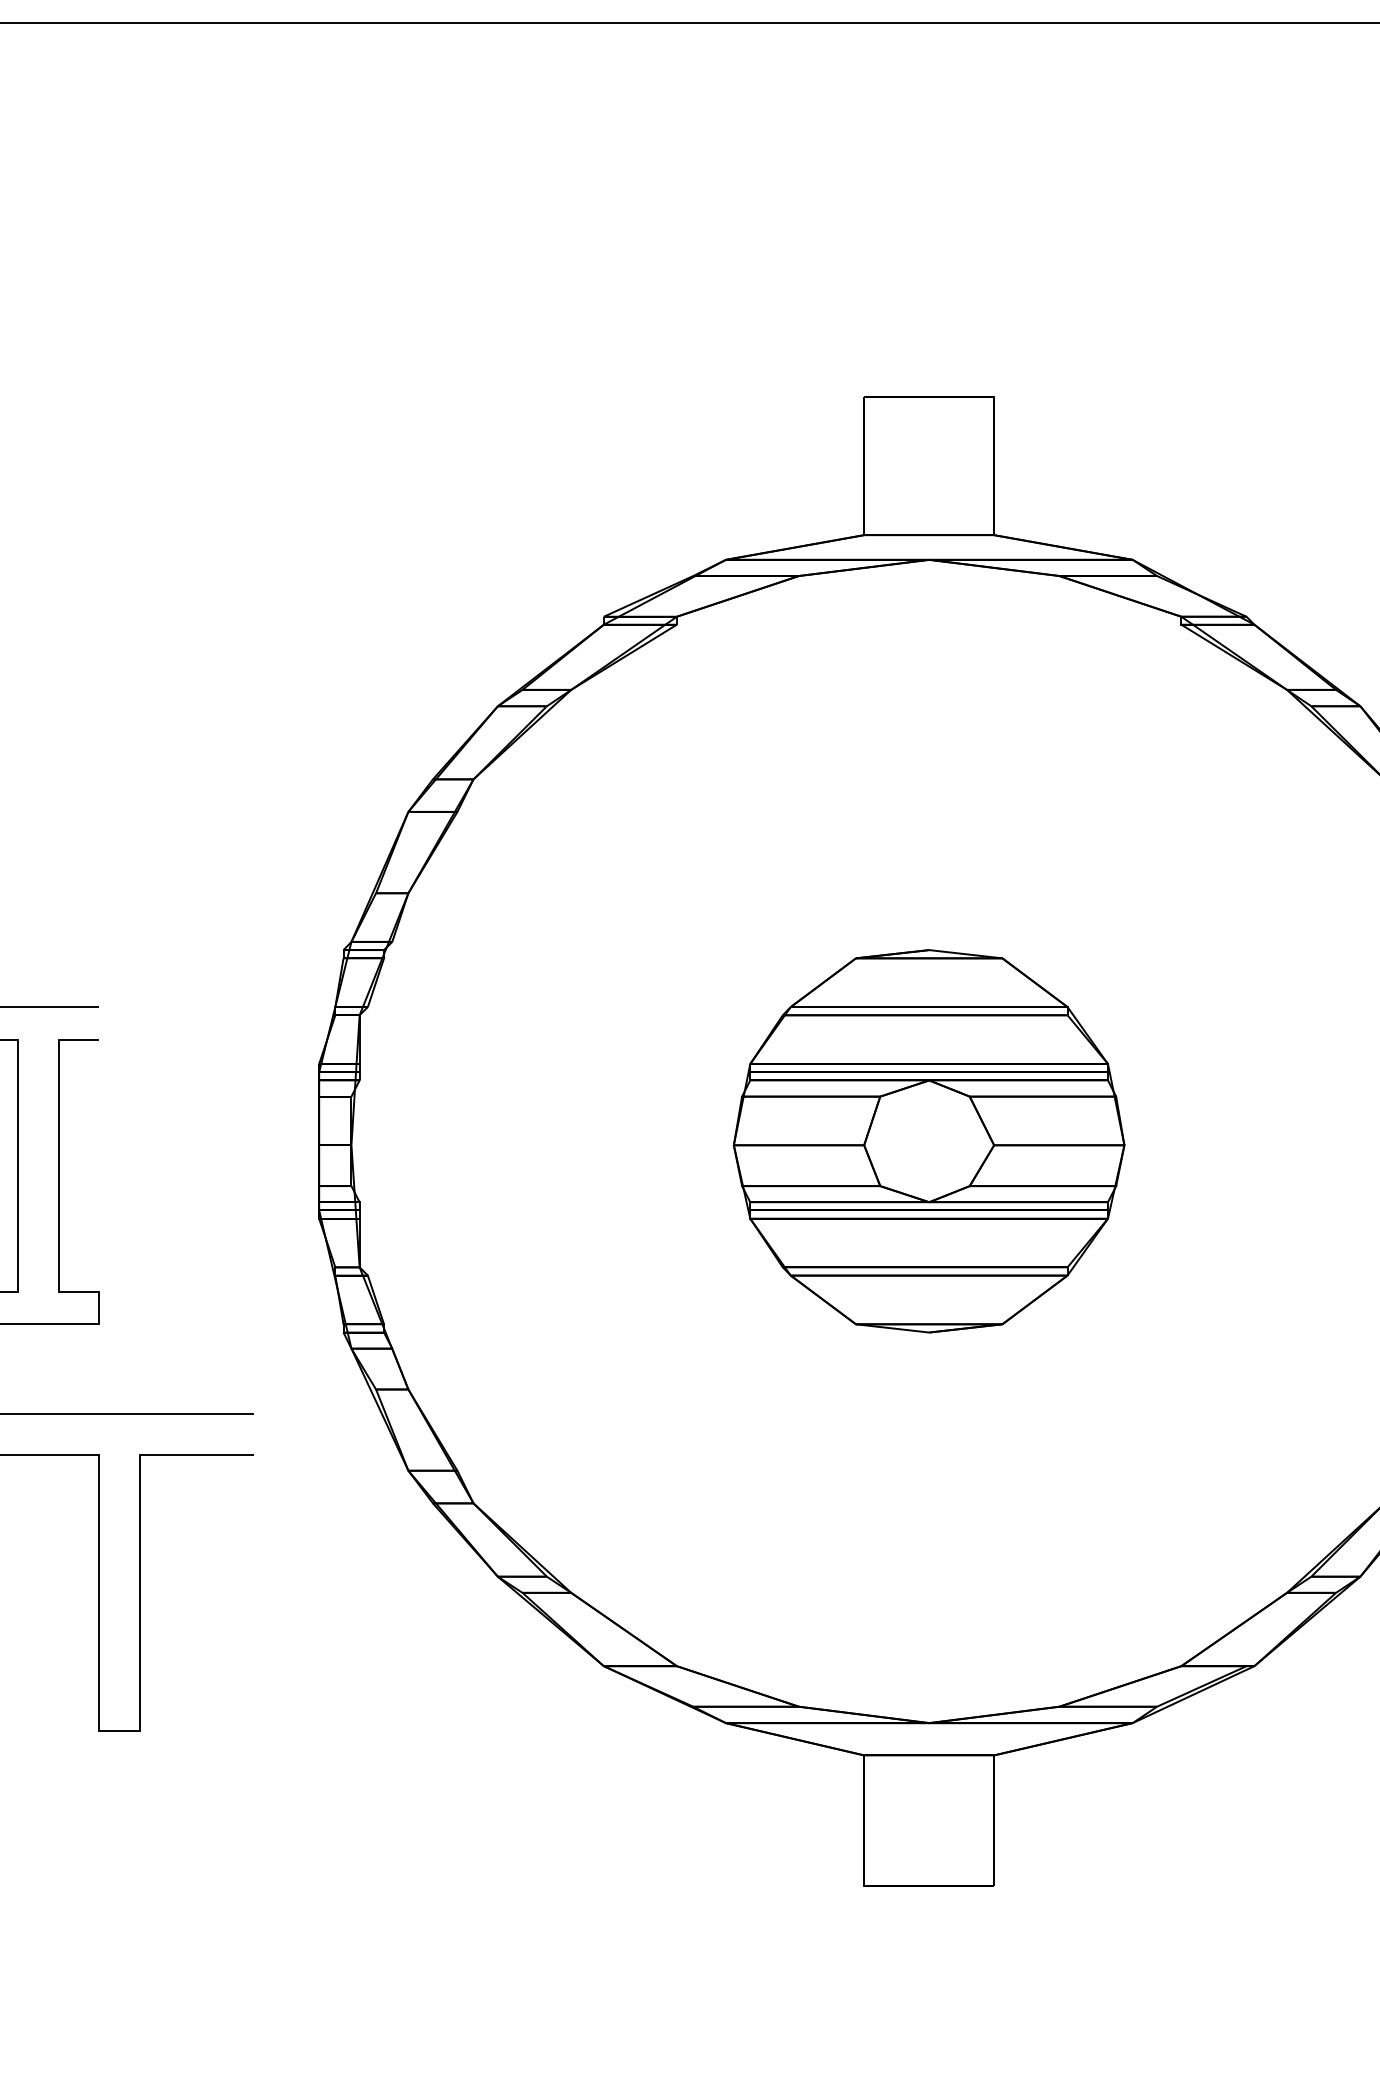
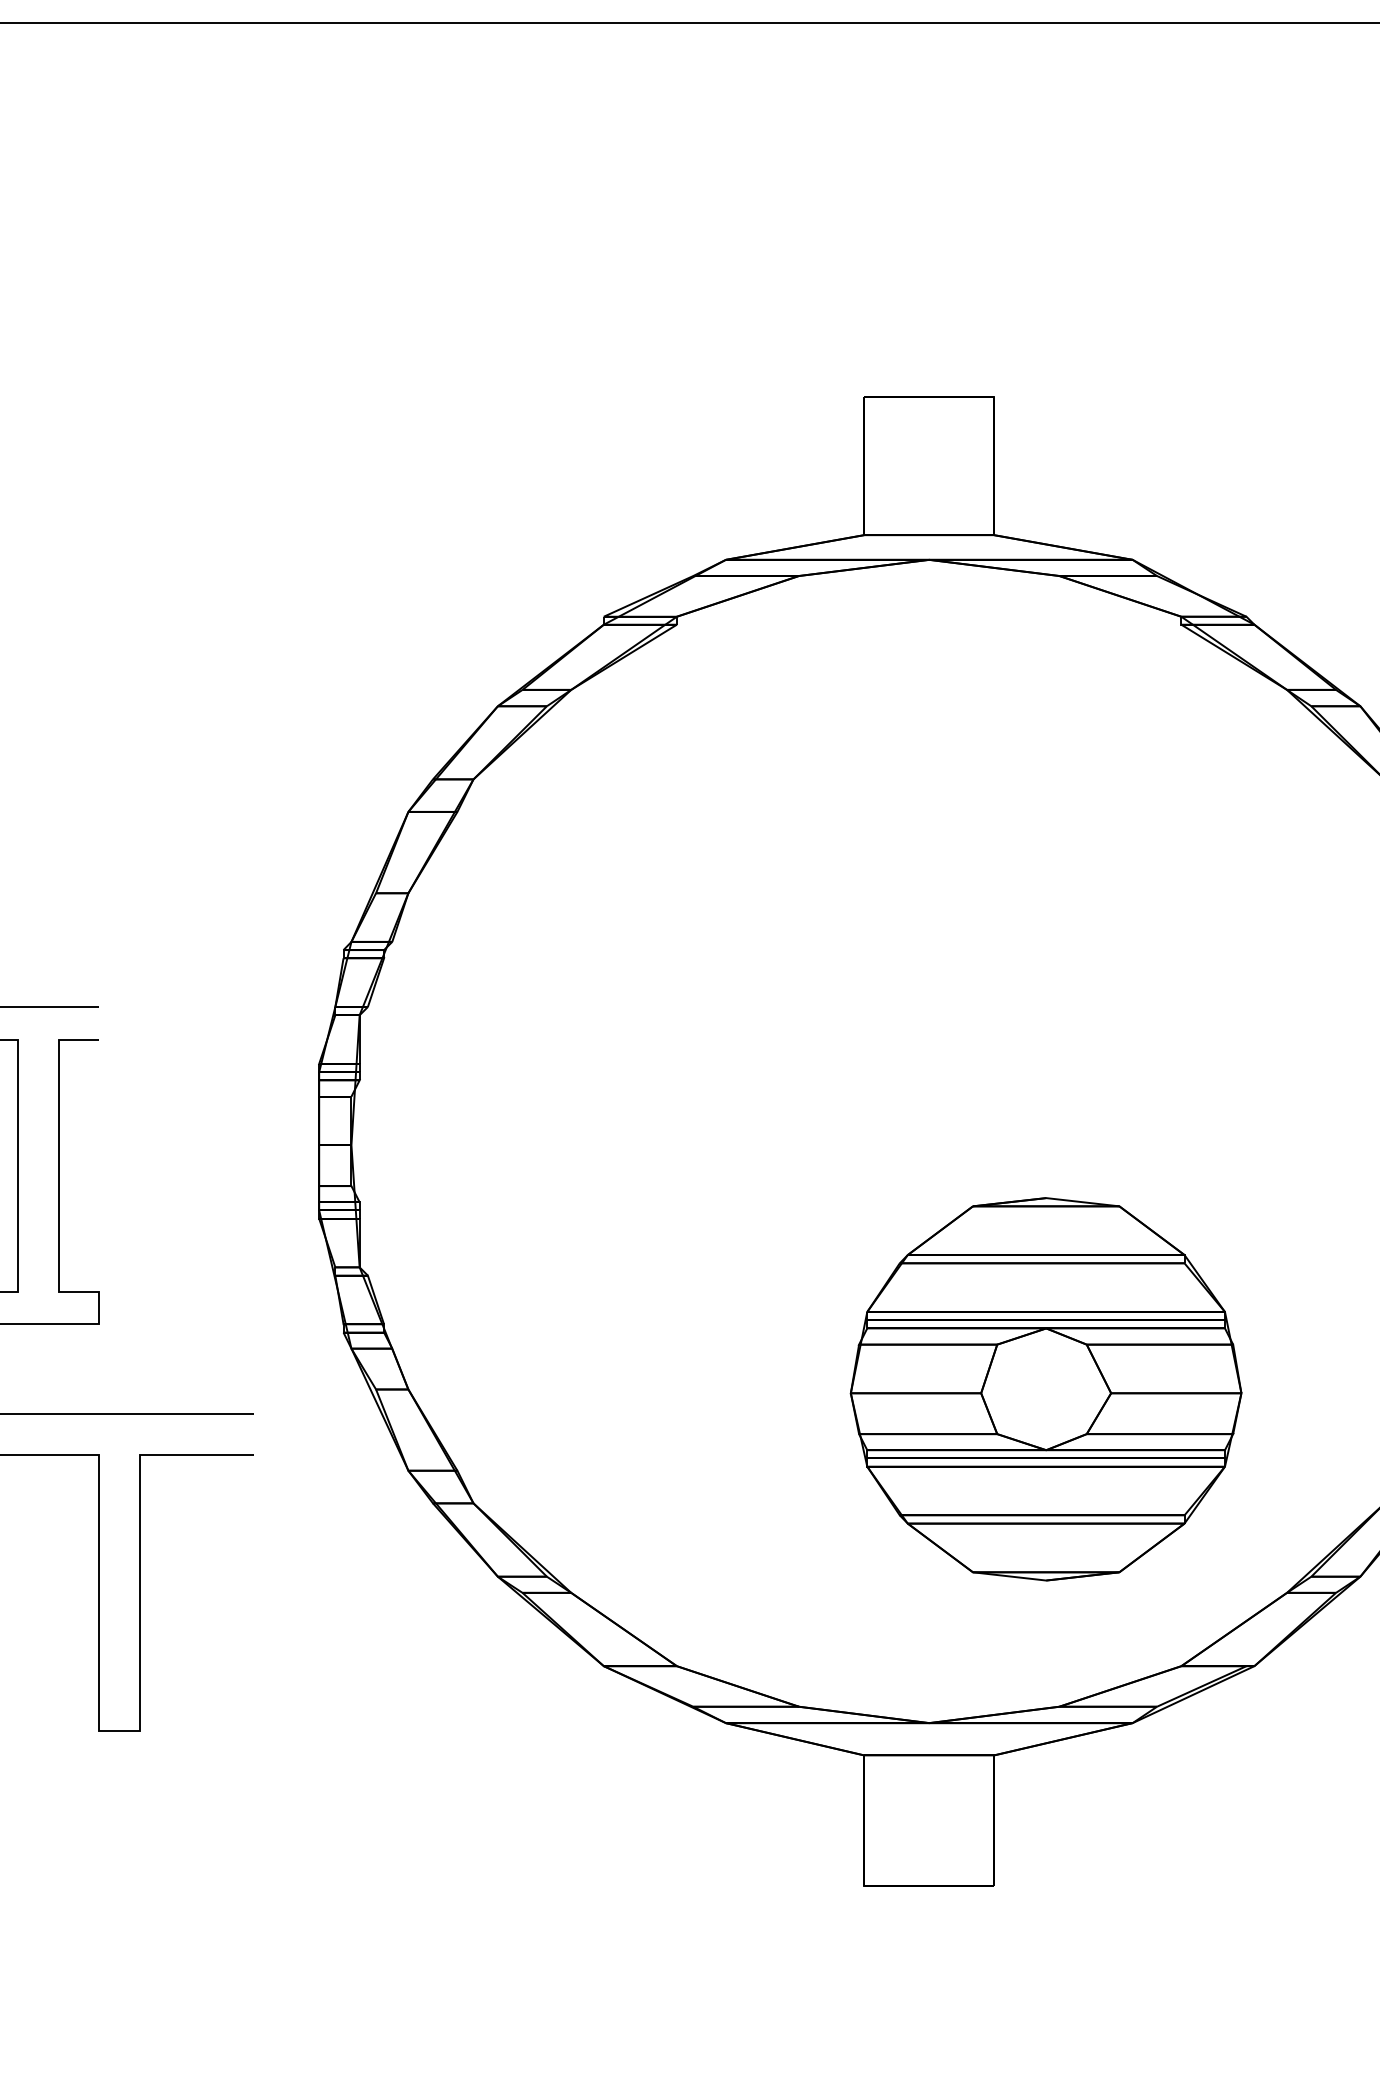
part at (928, 1141) position: (928, 1141) -> (1045, 1389)
